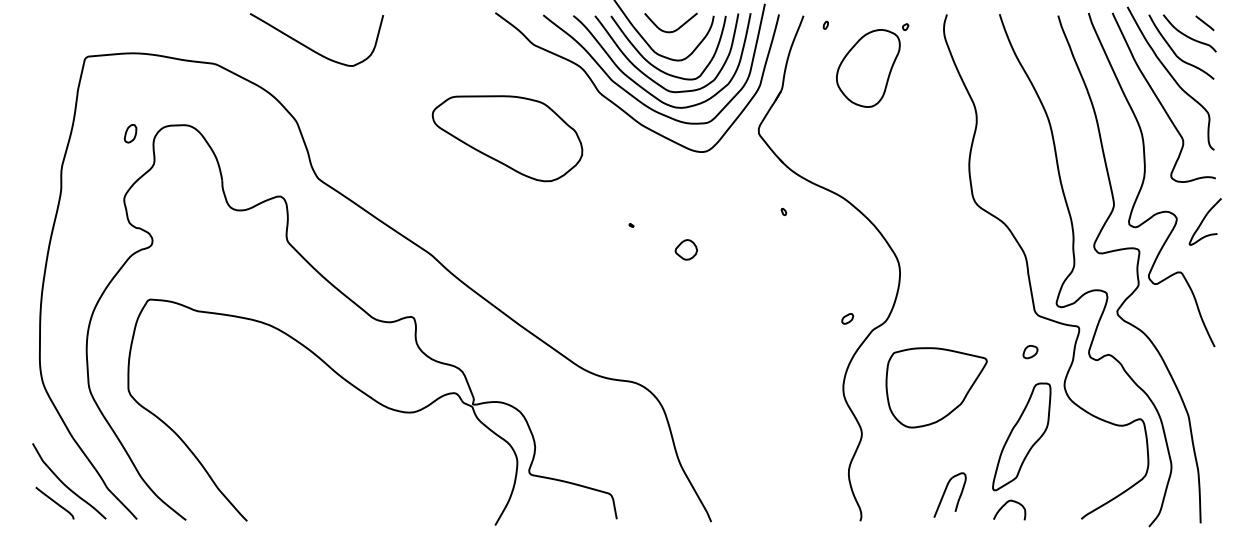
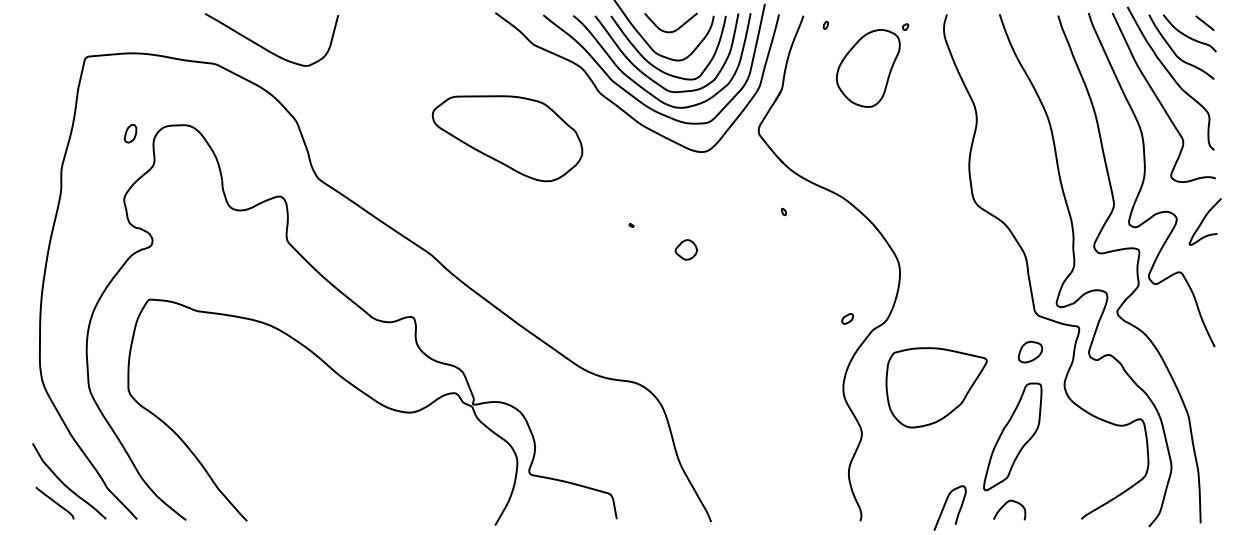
curve at (311, 48) position: (311, 48) -> (266, 48)
part at (1030, 352) size: 17x15 px -> 27x24 px
part at (1021, 436) position: (1021, 436) -> (1012, 436)
part at (949, 494) position: (949, 494) -> (949, 507)
